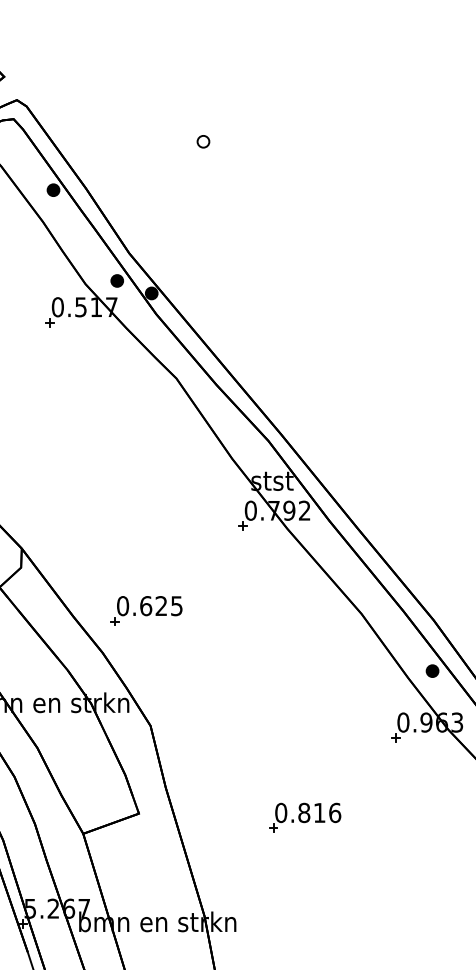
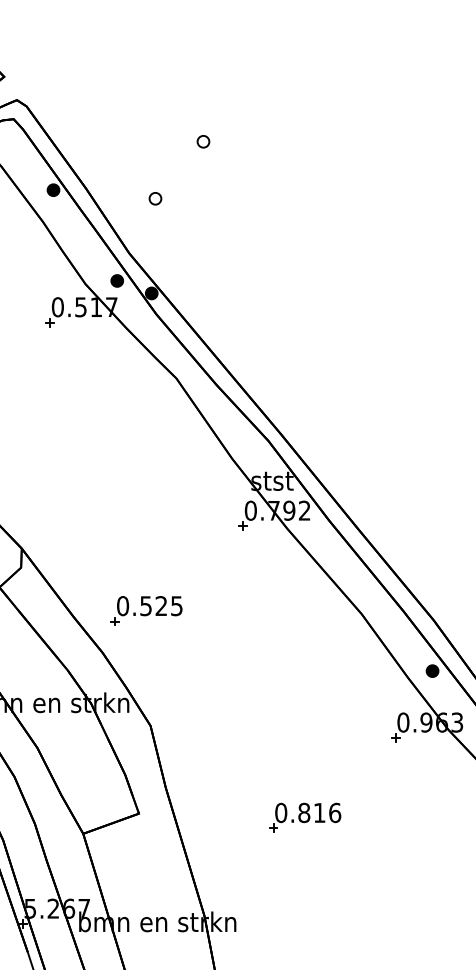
part at (155, 198): none -> present
text at (146, 606): 0.625 -> 0.525
